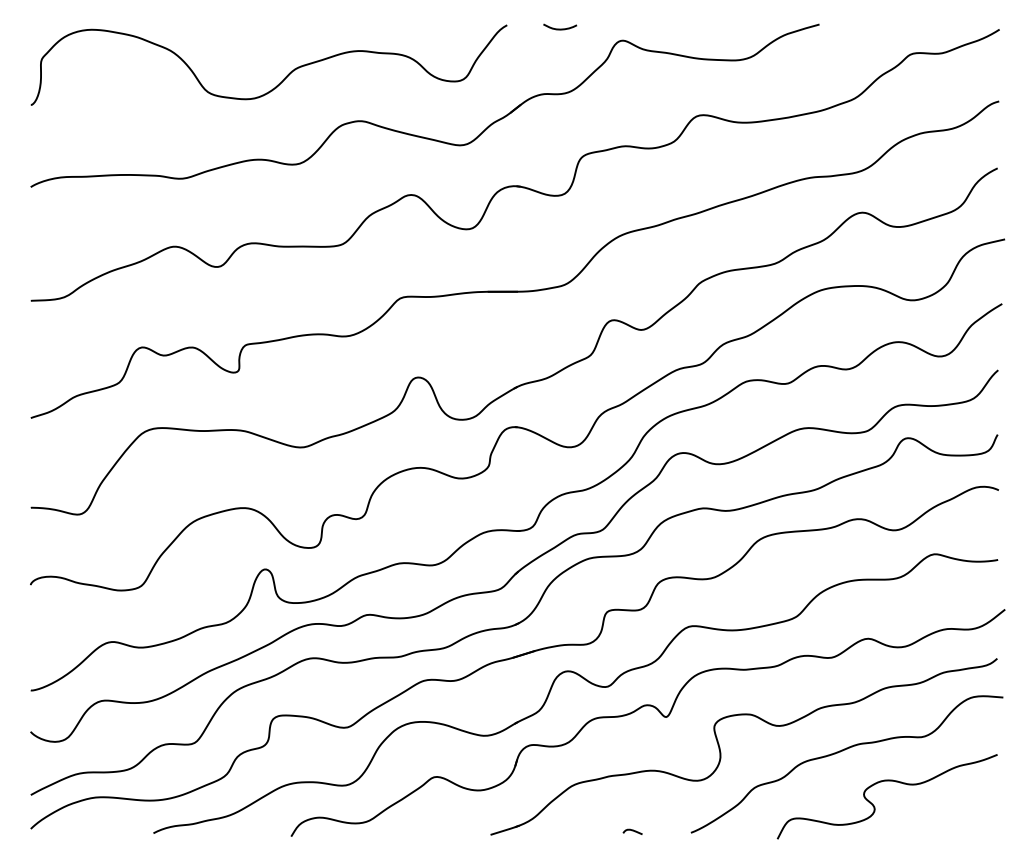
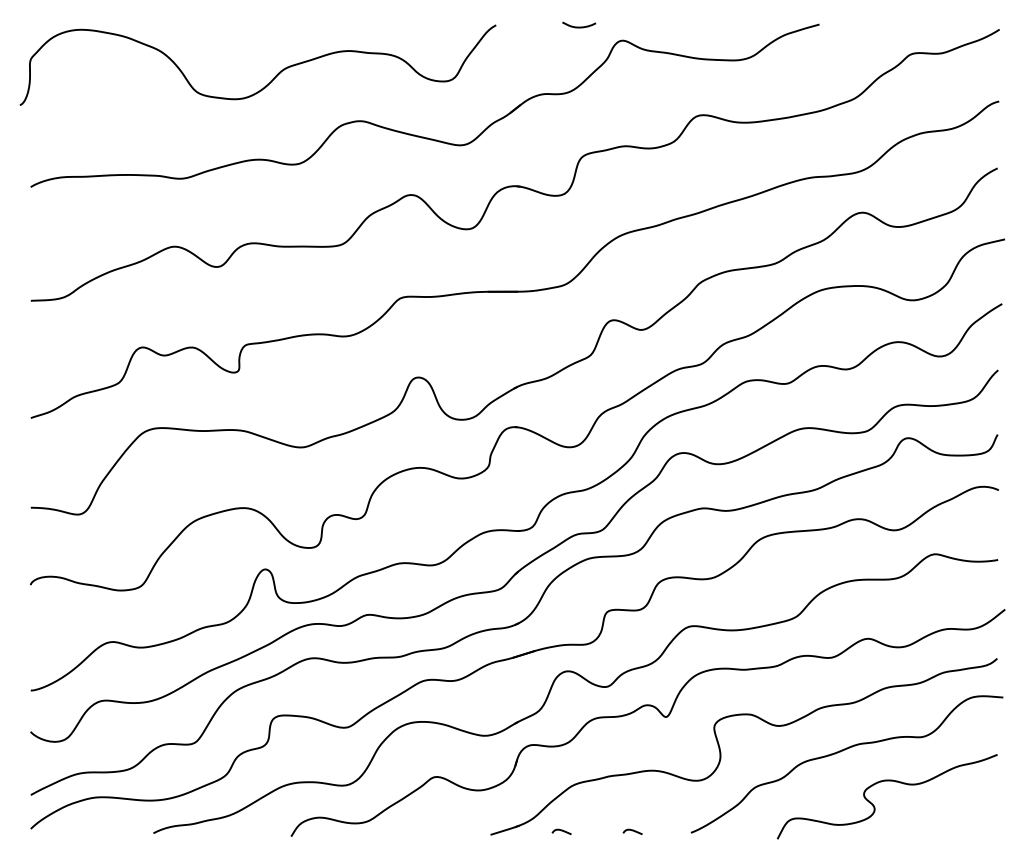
curve at (560, 28) position: (560, 28) -> (579, 26)
curve at (284, 77) position: (284, 77) -> (273, 77)
curve at (561, 831): none -> present
